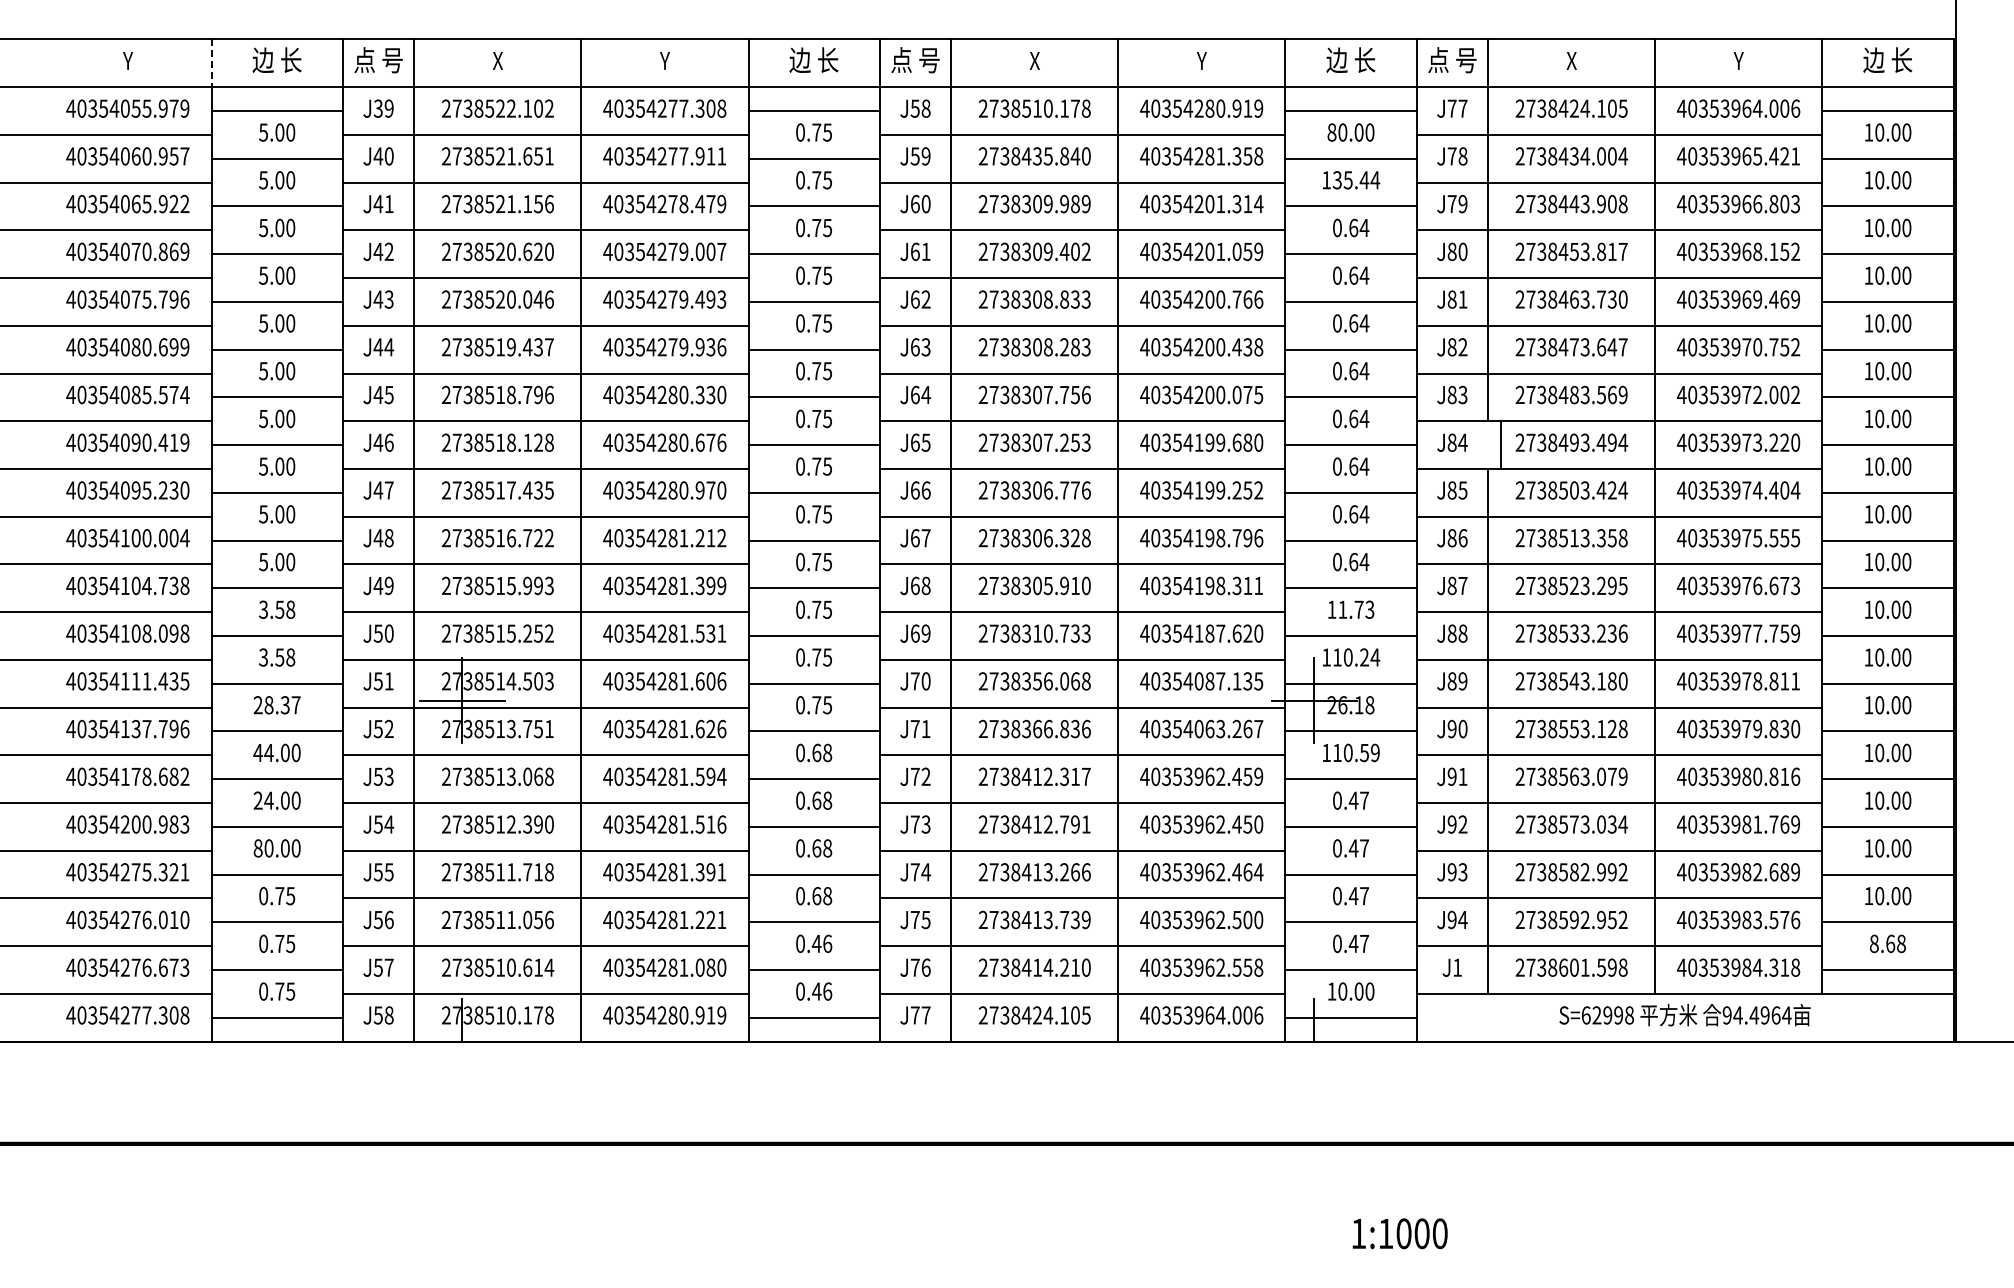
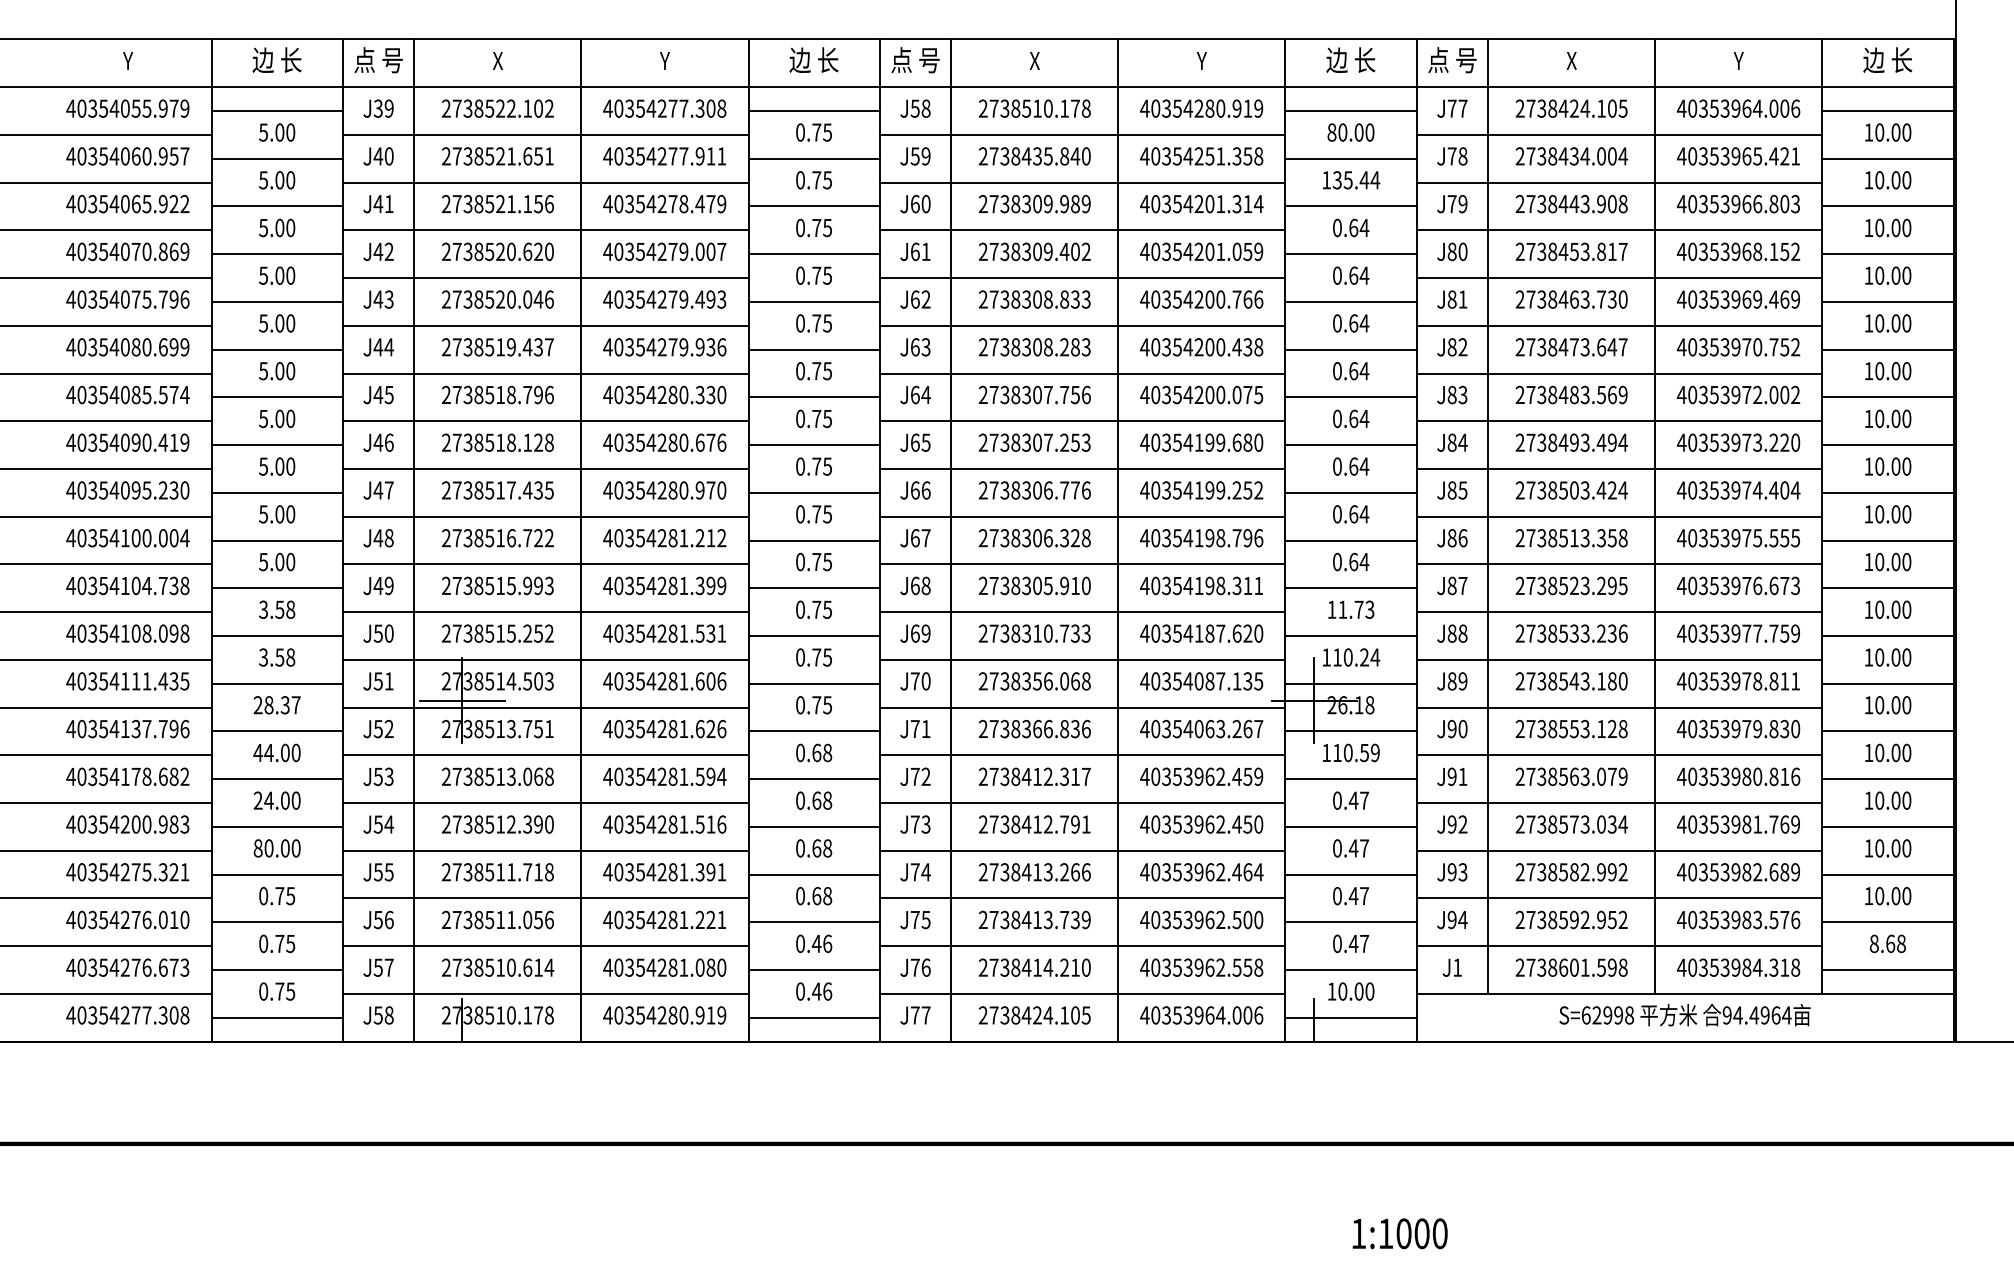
line at (211, 63): dashed -> solid
text at (1209, 156): 40354281.358 -> 40354251.358
line at (1501, 444) position: (1501, 444) -> (1488, 444)
